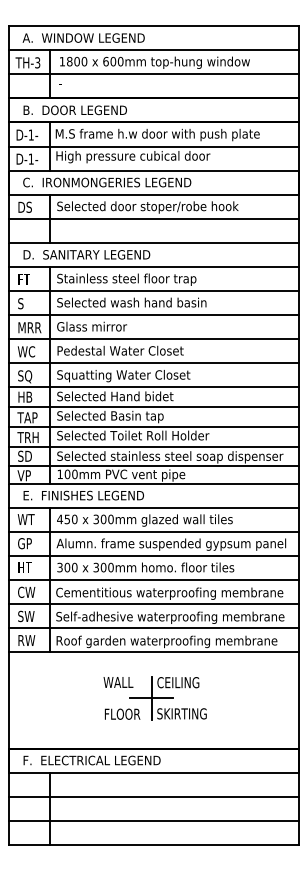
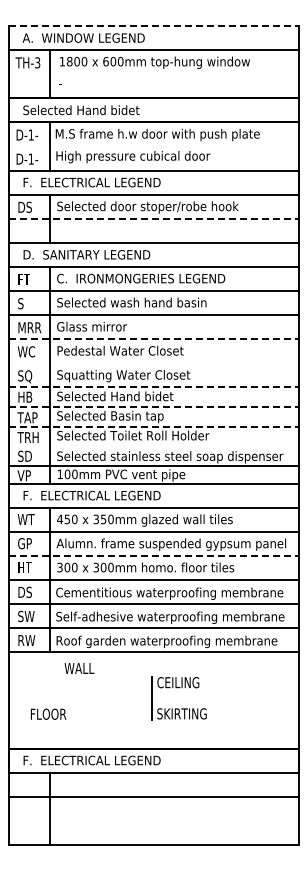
line at (154, 26): solid -> dashed
line at (153, 74): present -> none
text at (81, 110): B.  DOOR LEGEND -> Selected Hand bidet
line at (153, 146): present -> none
text at (107, 182): C.  IRONMONGERIES LEGEND -> F.  ELECTRICAL LEGEND
line at (154, 218): solid -> dashed
text at (141, 279): Stainless steel floor trap -> C.  IRONMONGERIES LEGEND
line at (154, 339): solid -> dashed
line at (153, 363): present -> none
line at (154, 387): solid -> dashed
line at (154, 407): solid -> dashed
line at (154, 426): solid -> dashed
line at (153, 446): present -> none
text at (92, 495): E.  FINISHES LEGEND -> F.  ELECTRICAL LEGEND
text at (103, 519): 300mm -> 350mm
line at (154, 555): solid -> dashed
text at (26, 591): CW -> DS
text at (118, 682) position: (118, 682) -> (79, 668)
line at (151, 698): present -> none
text at (122, 713) position: (122, 713) -> (48, 713)
line at (153, 820): present -> none
